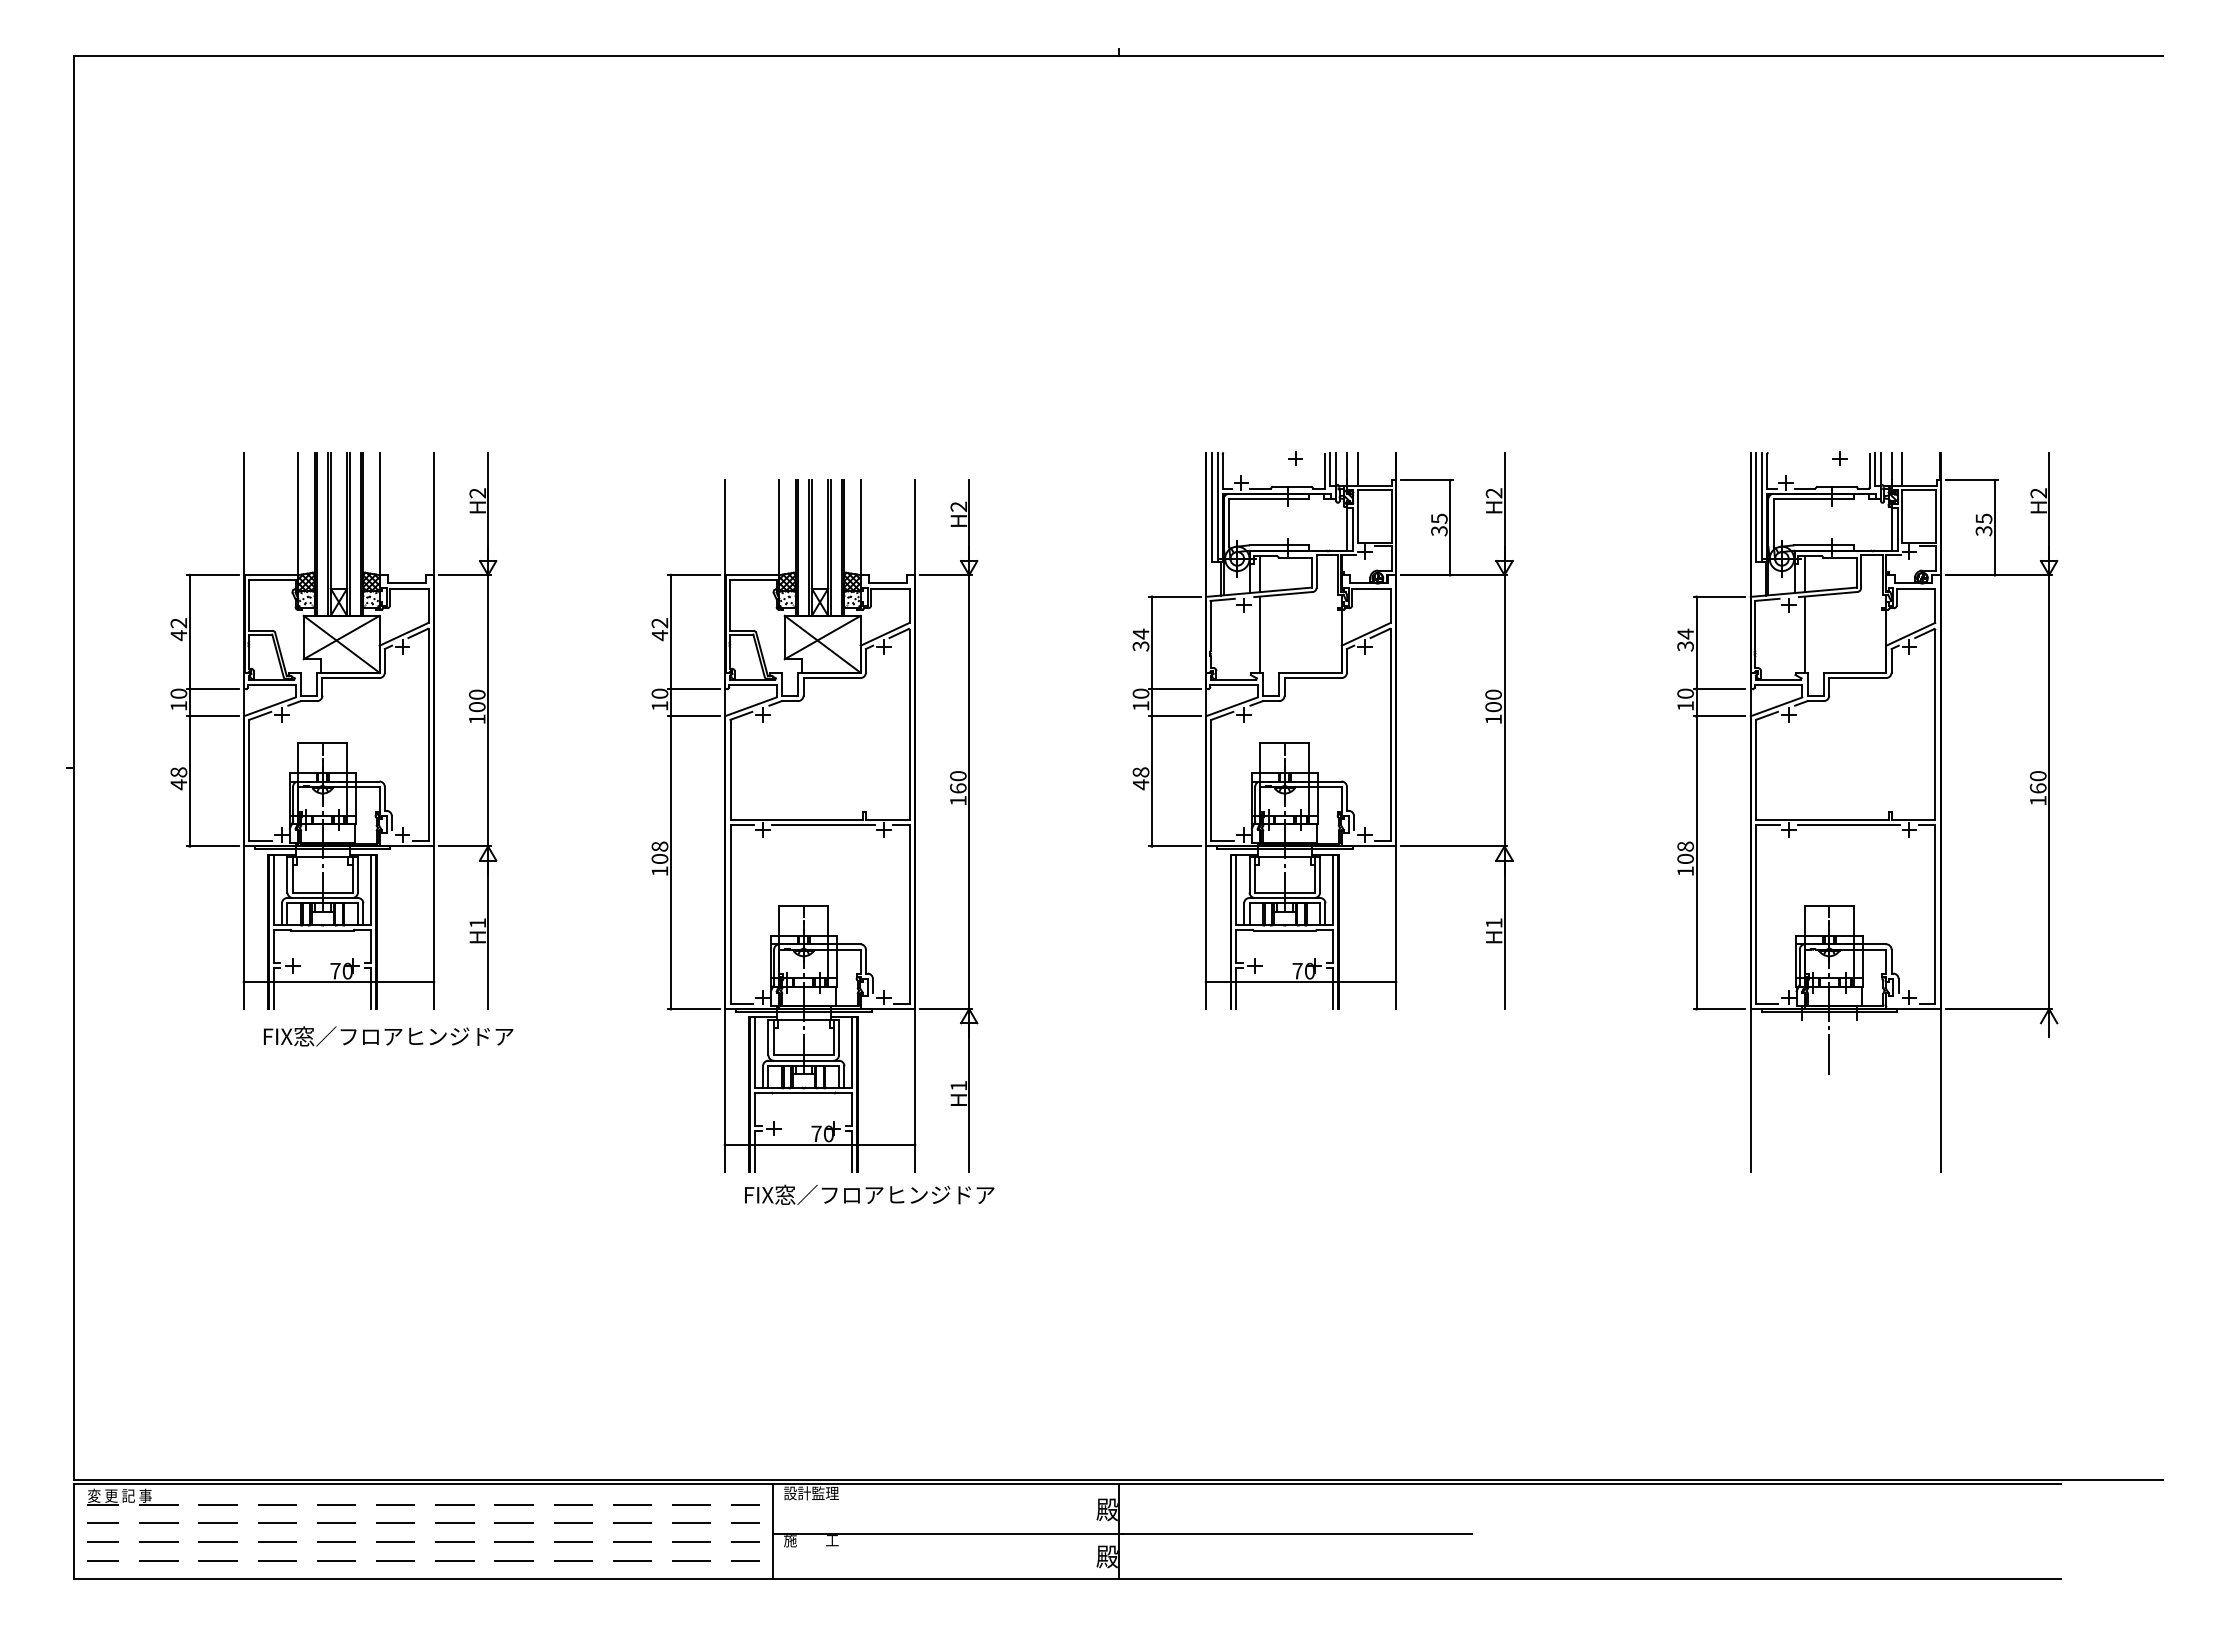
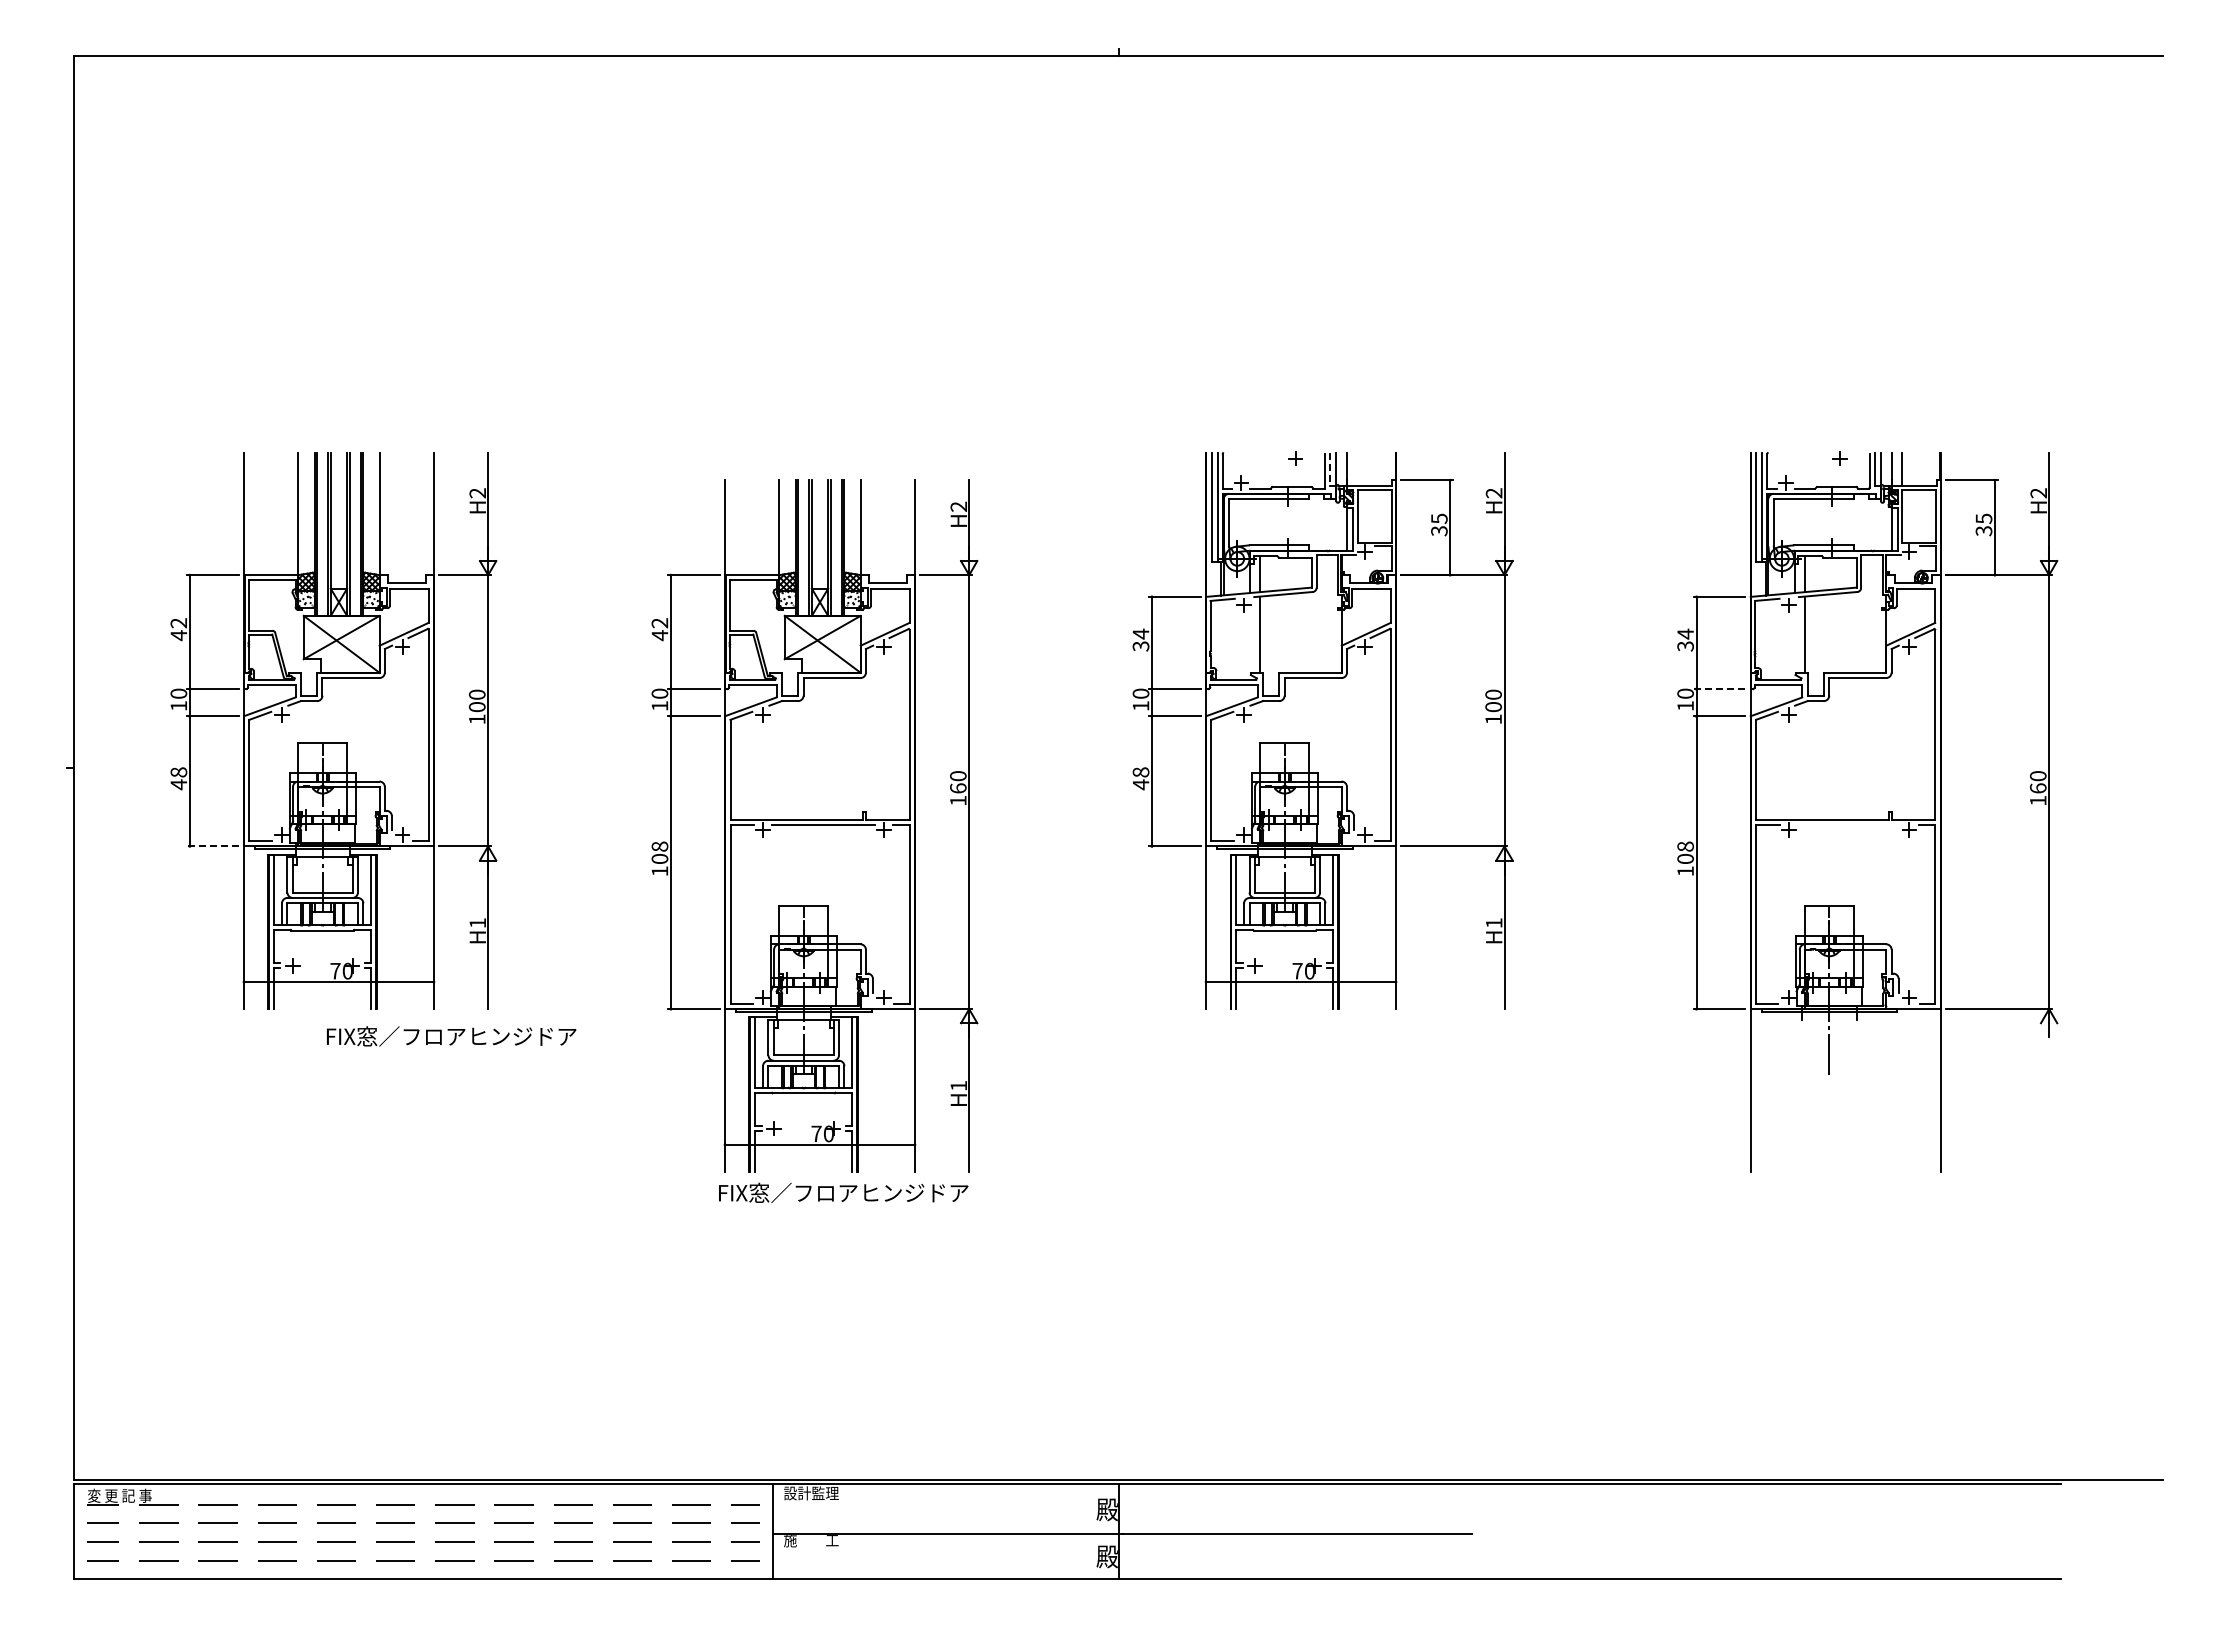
line at (1330, 469): solid -> dashed
line at (1357, 469): present -> none
line at (1719, 689): solid -> dashed
line at (1848, 824): present -> none
line at (212, 846): solid -> dashed
text at (388, 1036) position: (388, 1036) -> (451, 1036)
text at (869, 1194) position: (869, 1194) -> (843, 1192)
